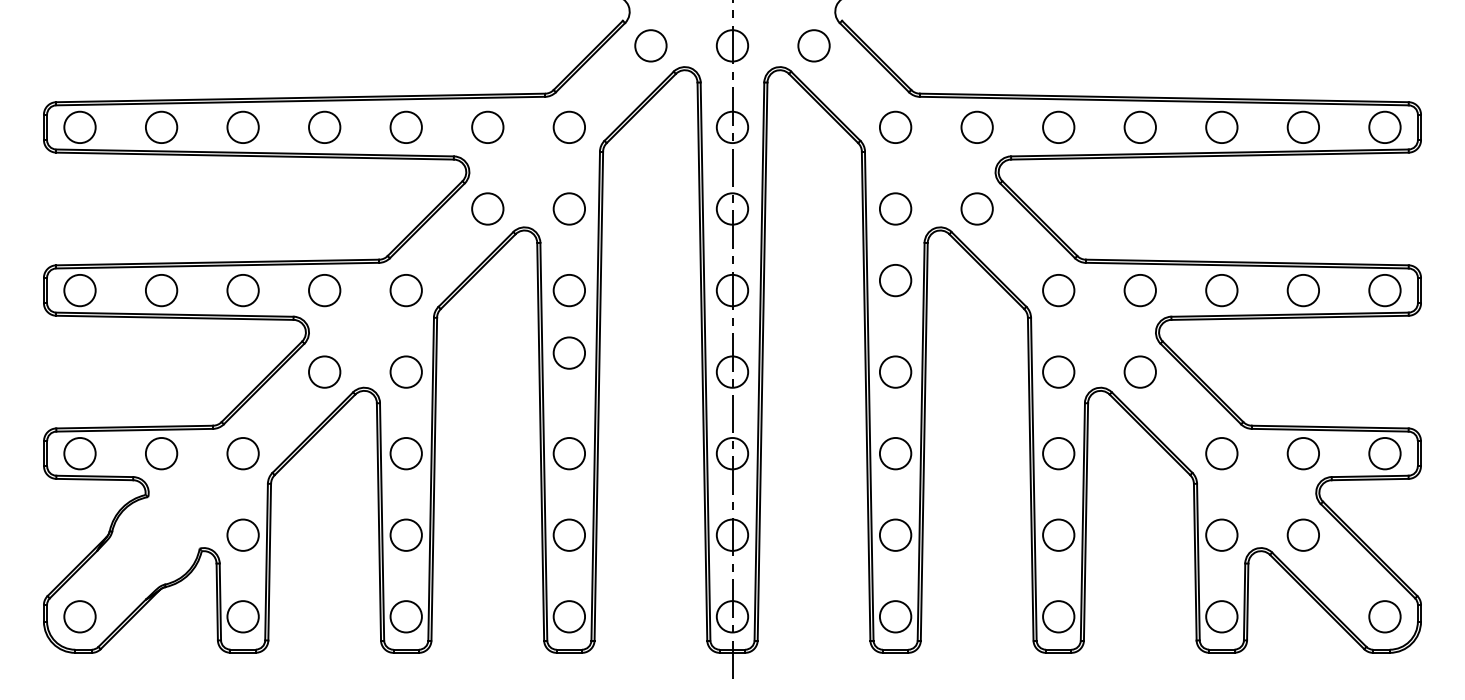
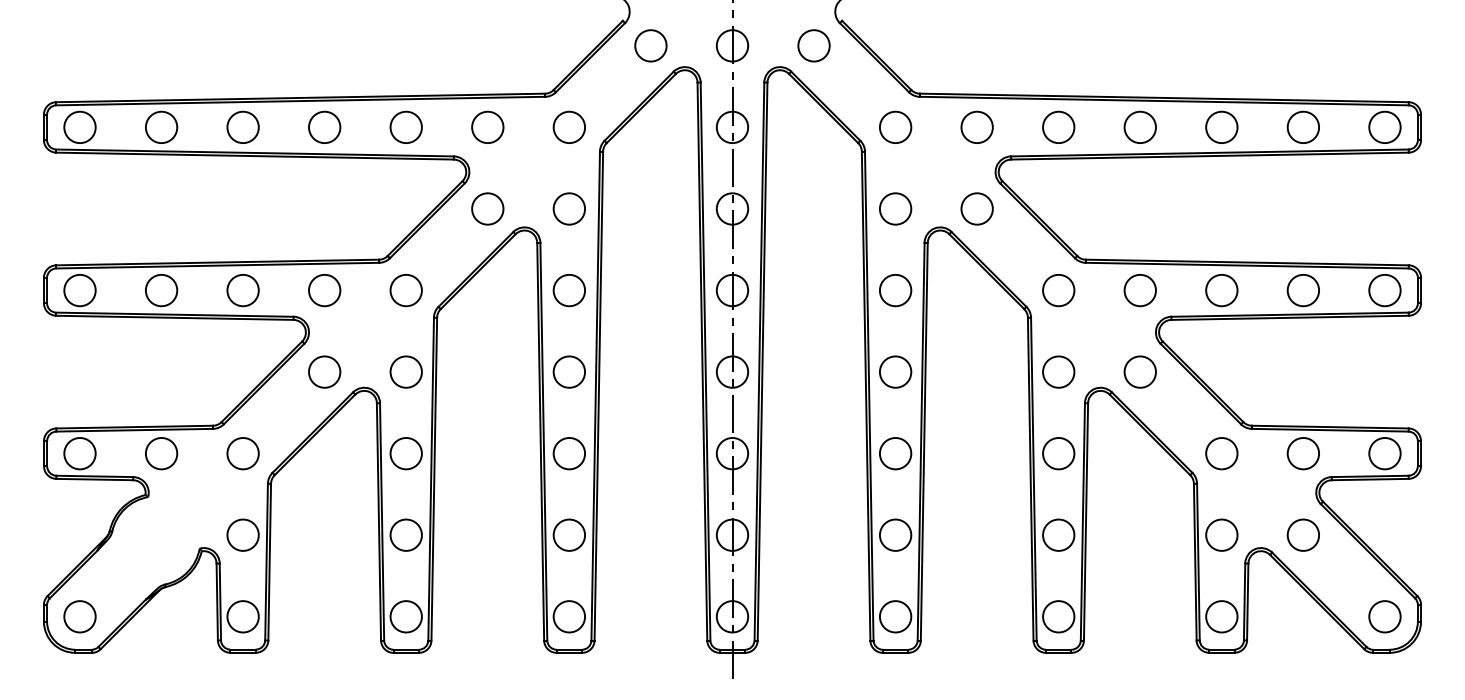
circle at (895, 280) position: (895, 280) -> (895, 290)
circle at (568, 352) position: (568, 352) -> (568, 371)
